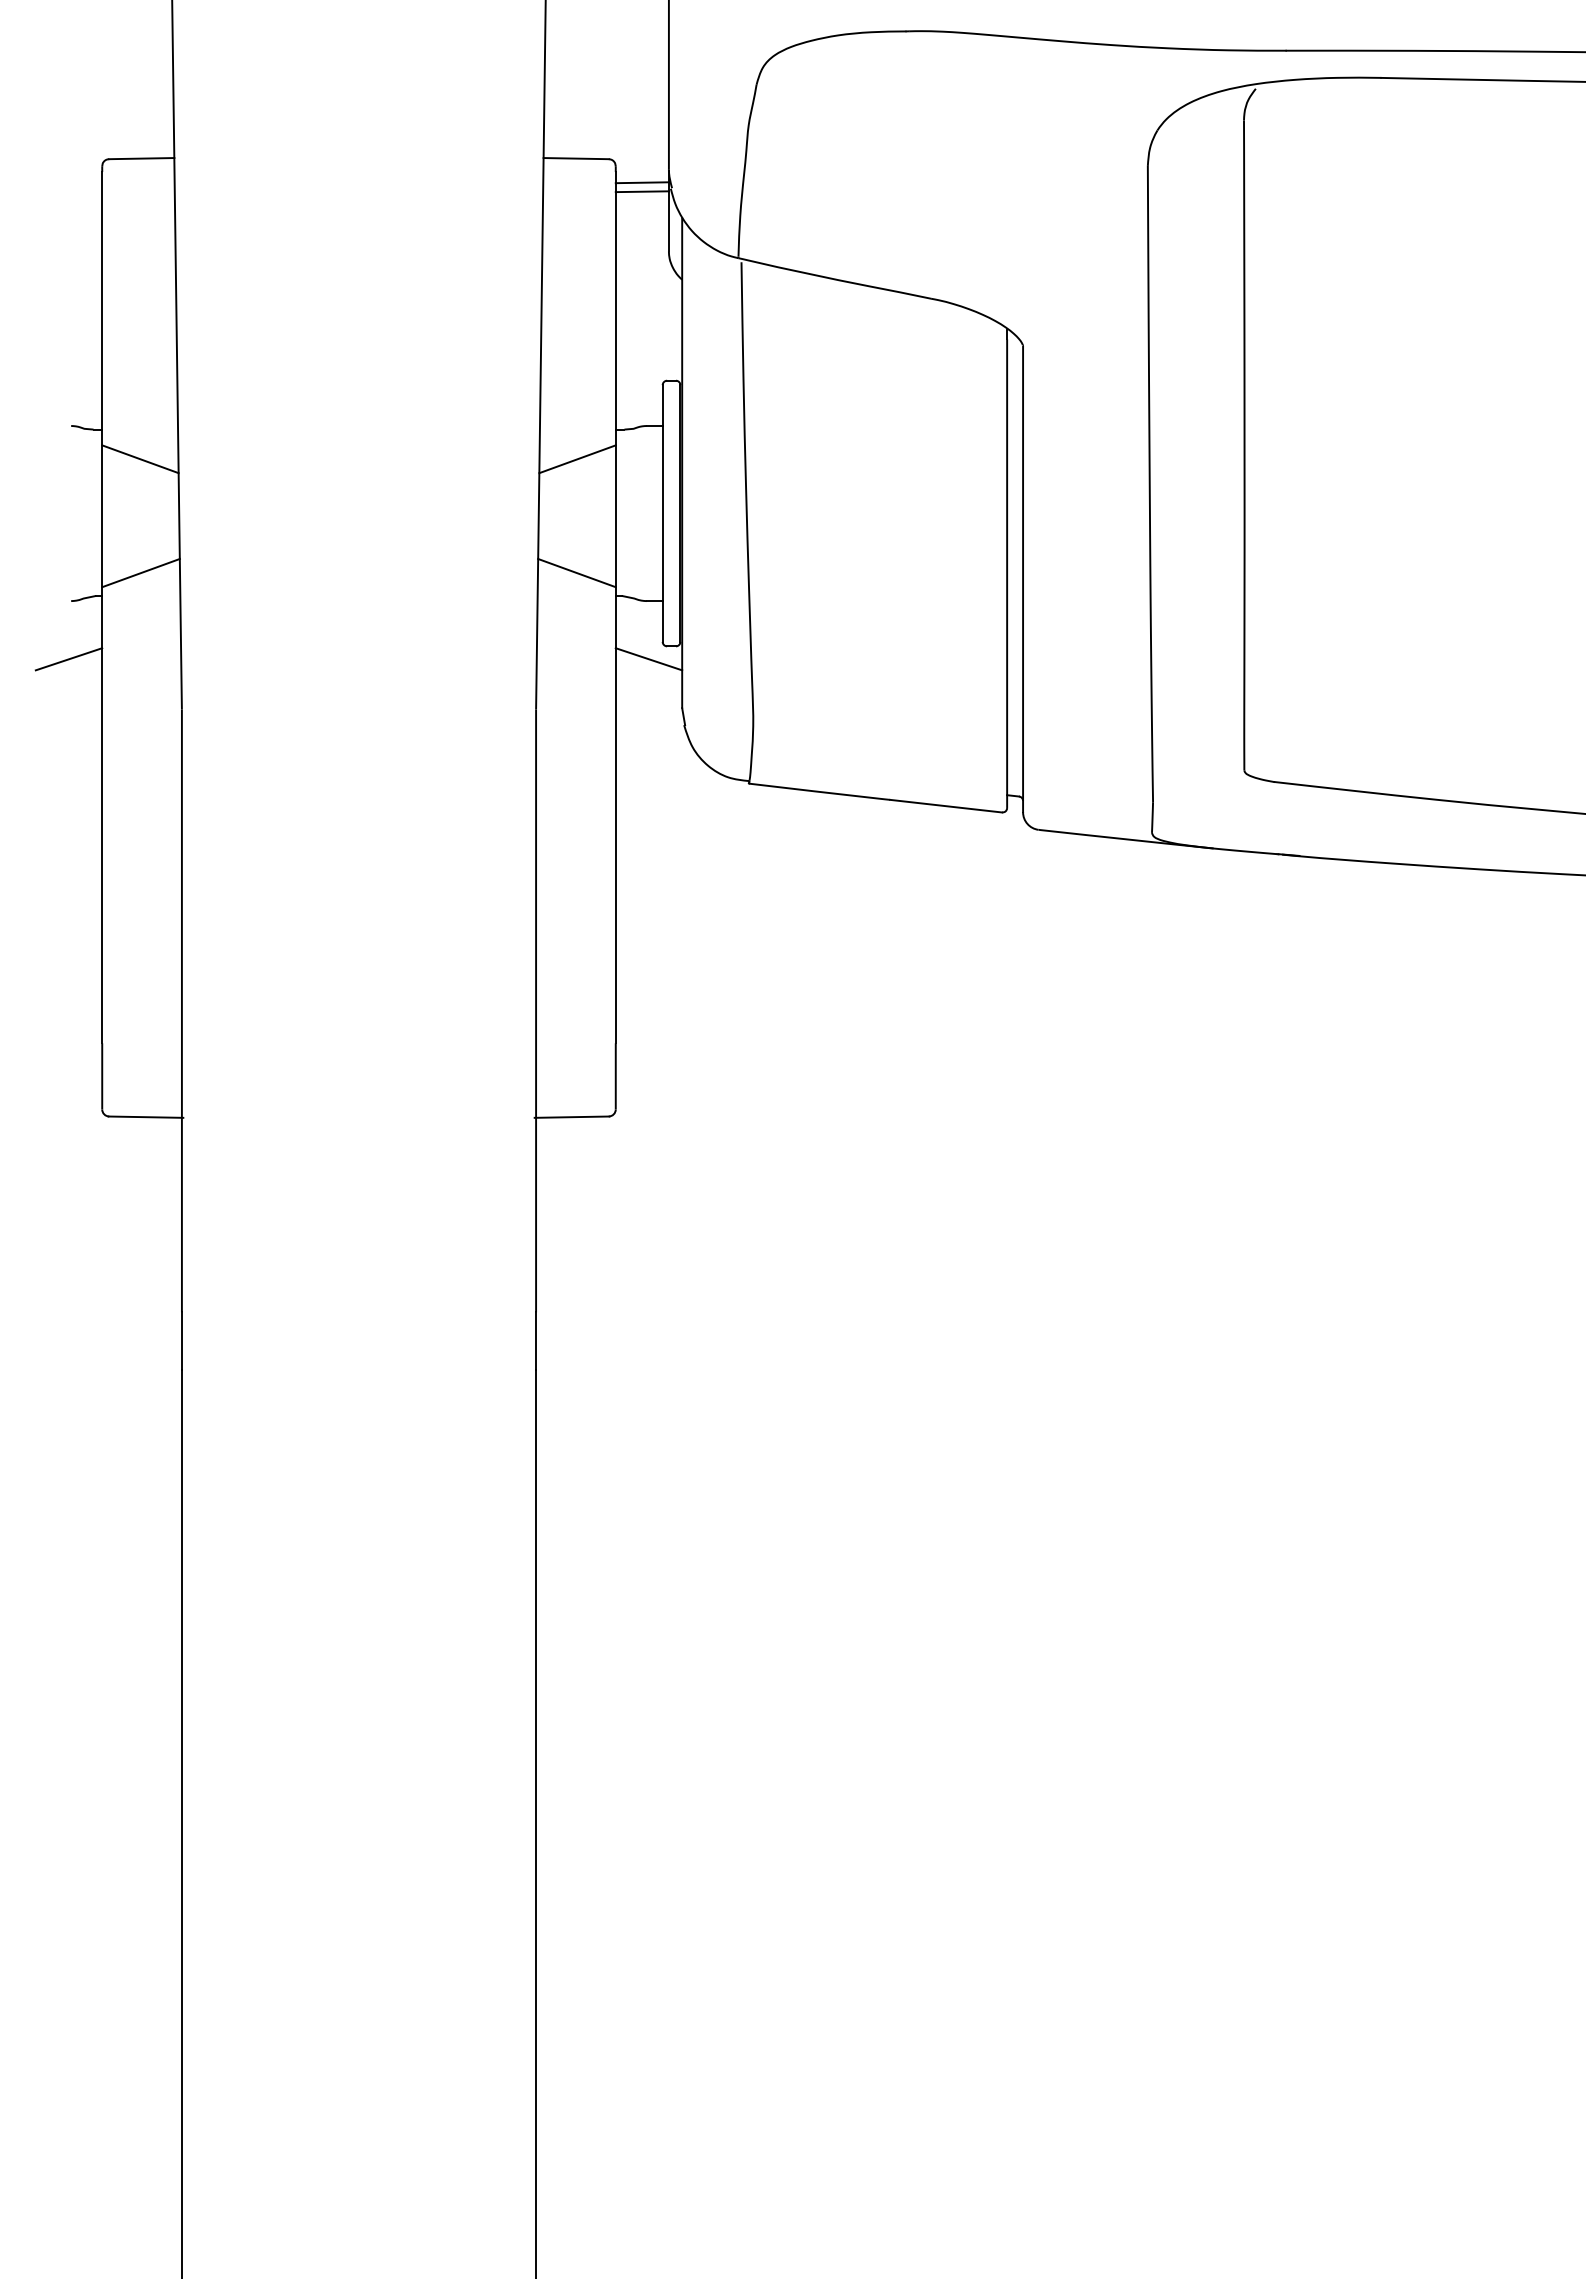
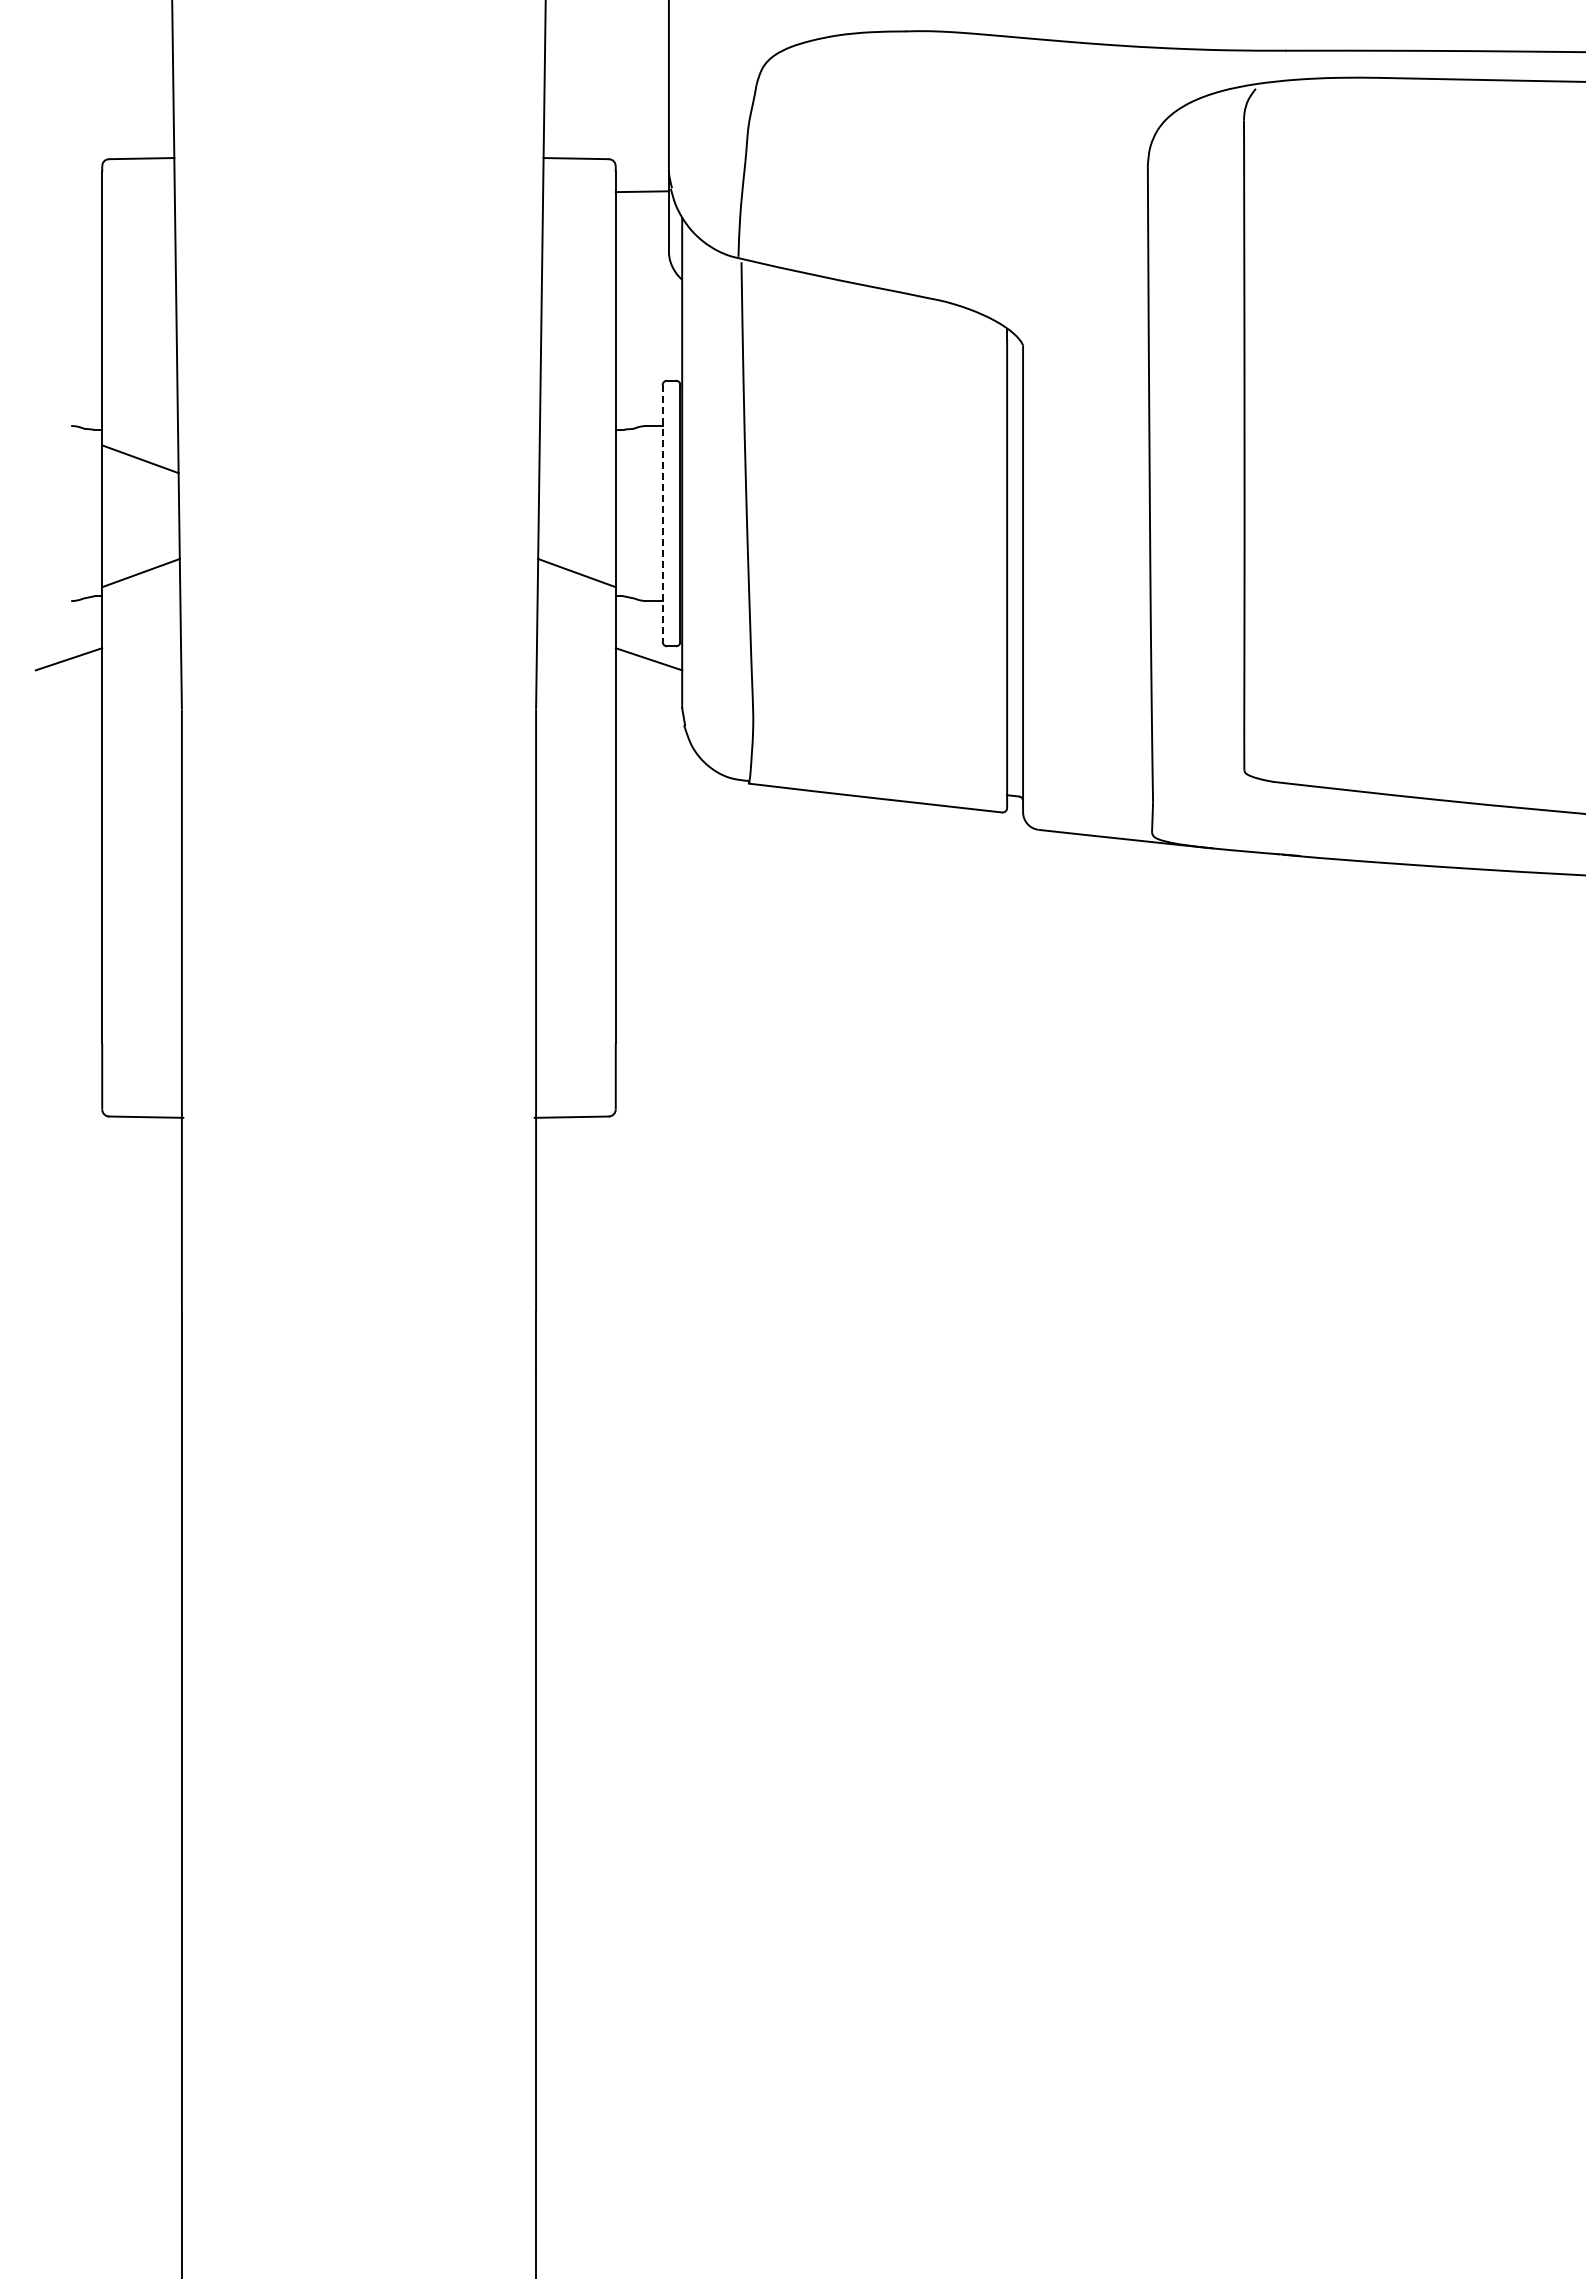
line at (641, 182): present -> none
line at (577, 459): present -> none
line at (662, 514): solid -> dashed
